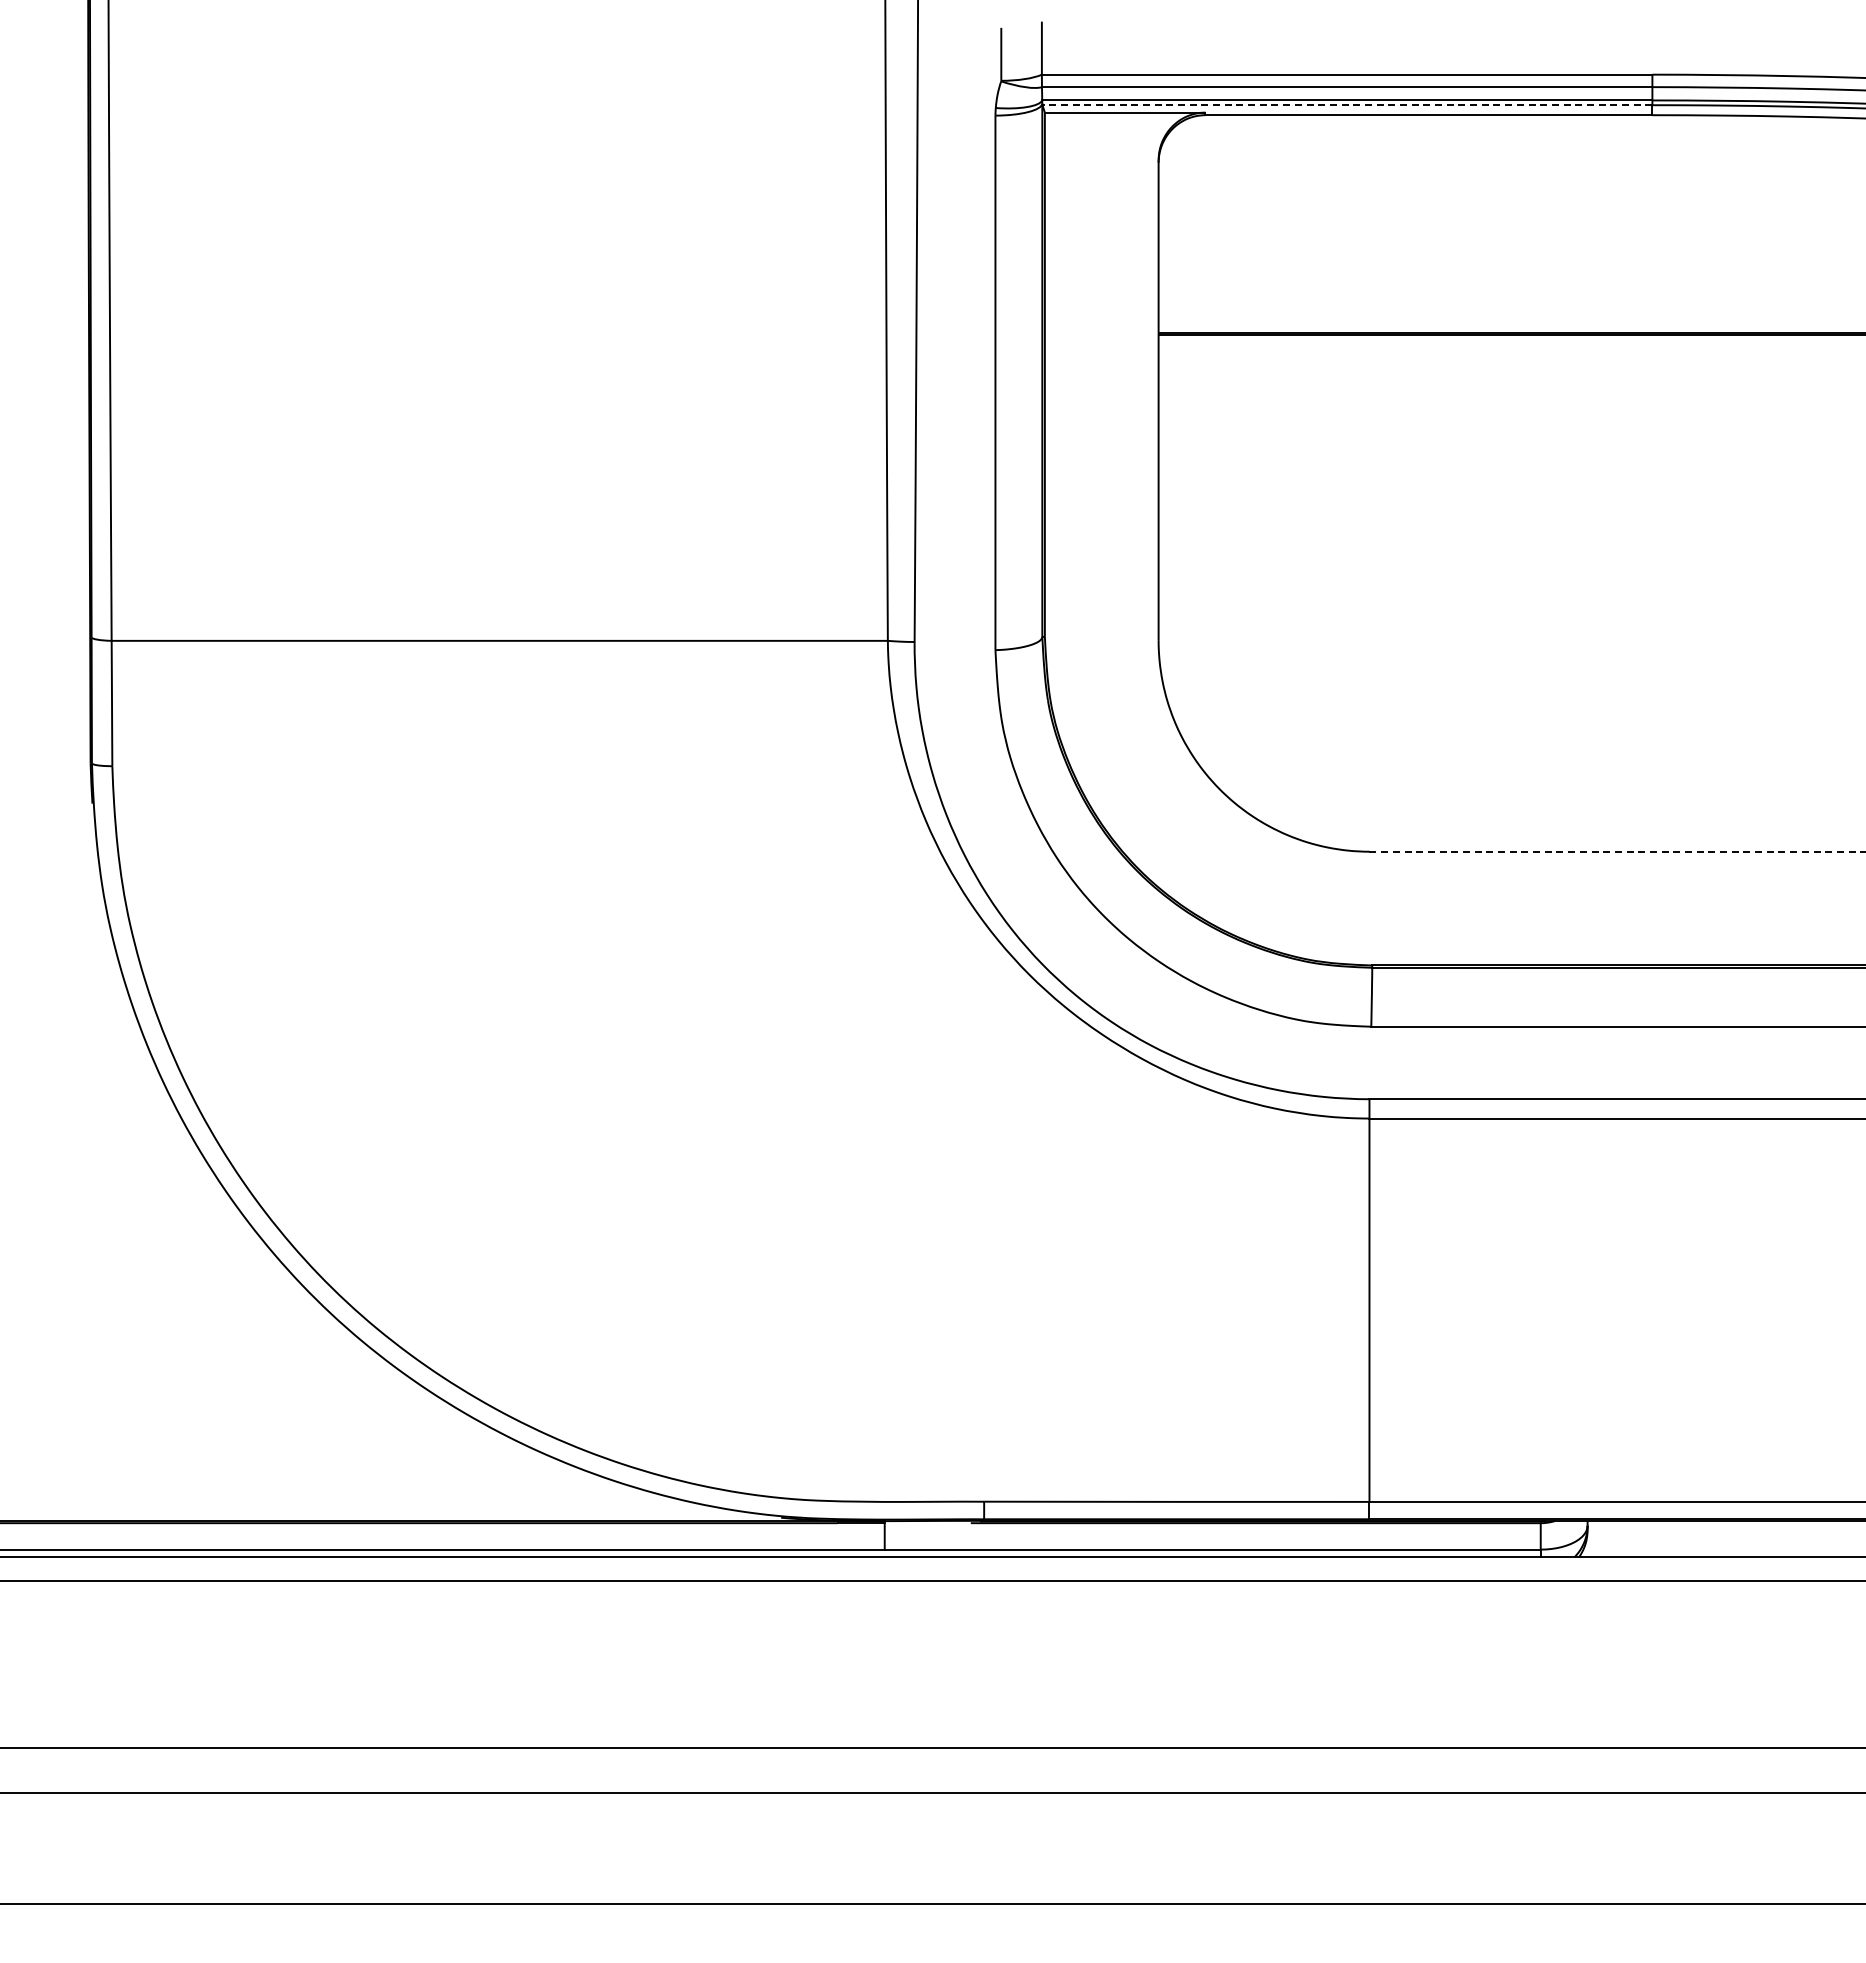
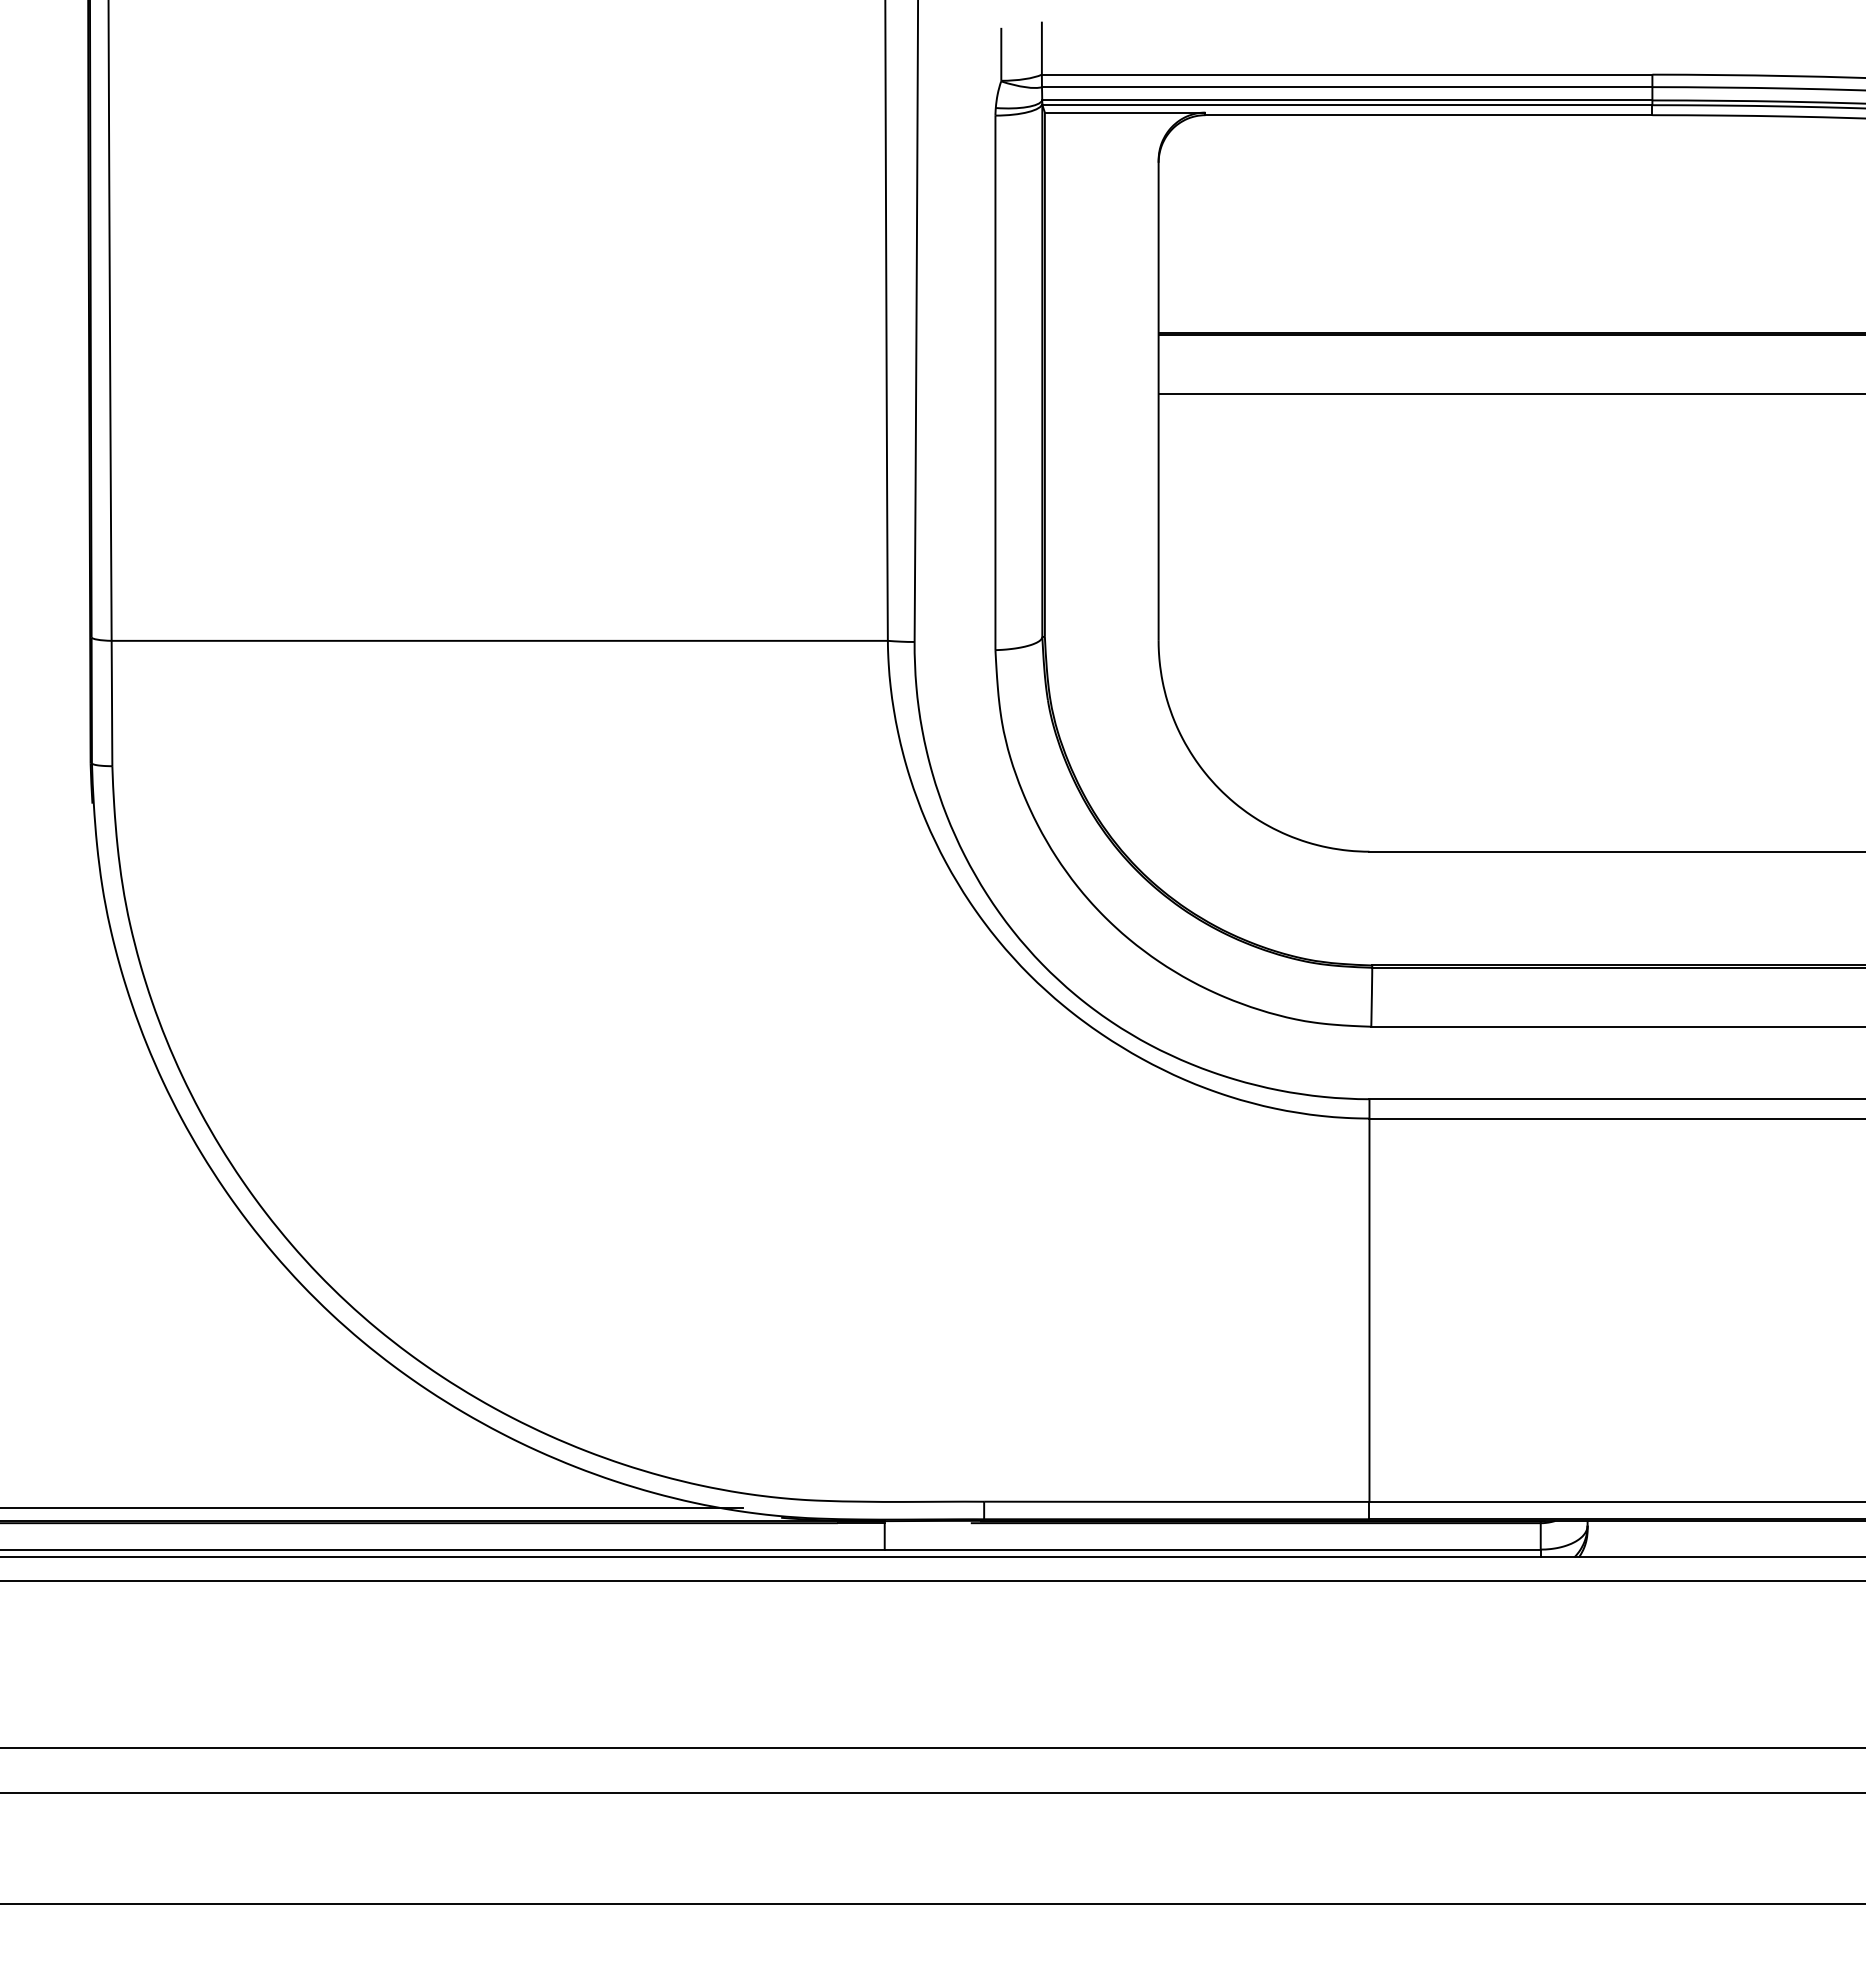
line at (1347, 105): dashed -> solid
line at (1510, 393): none -> present
line at (1617, 851): dashed -> solid
line at (372, 1508): none -> present
